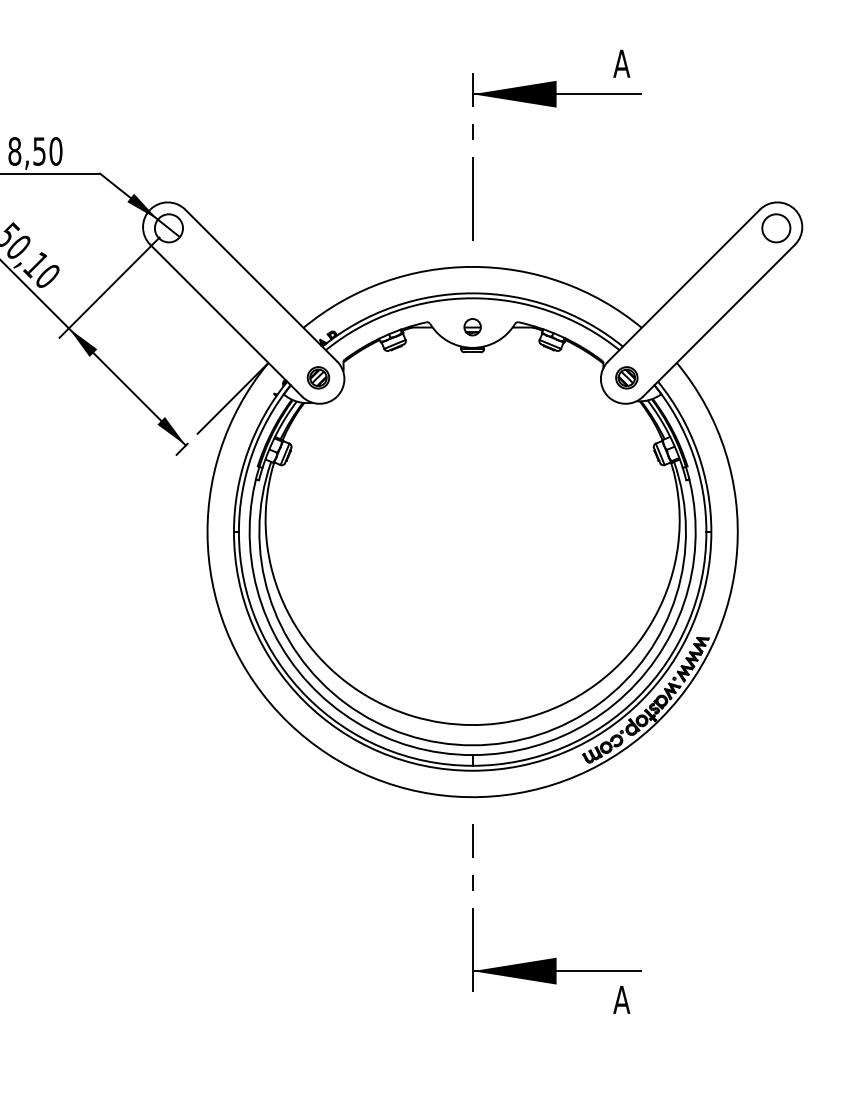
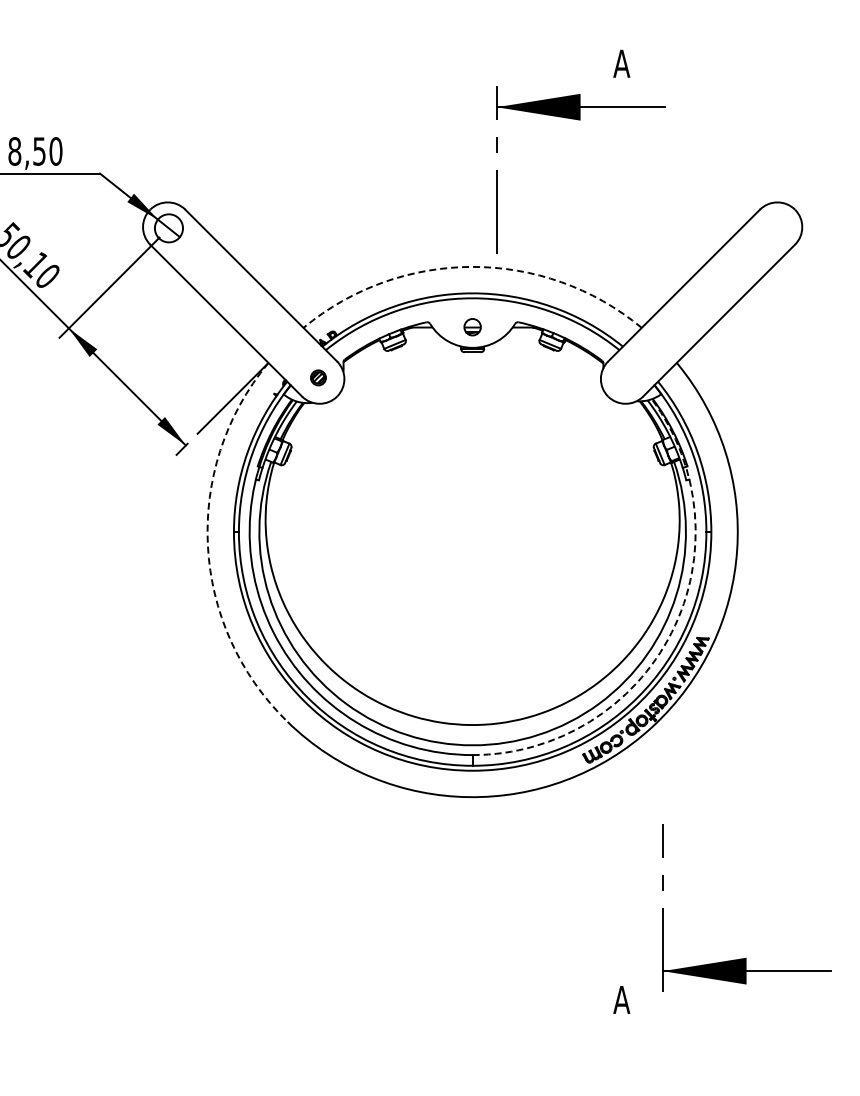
part at (556, 107) position: (556, 107) -> (580, 120)
circle at (776, 228): present -> none
arc at (472, 266): solid -> dashed
part at (318, 377) size: 25x24 px -> 17x18 px
part at (626, 377): present -> none
arc at (207, 546): solid -> dashed
arc at (671, 632): solid -> dashed
part at (556, 957) position: (556, 957) -> (746, 957)
